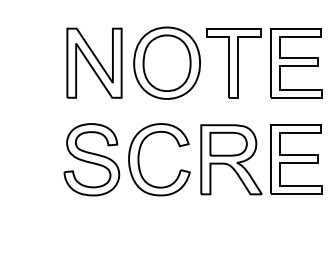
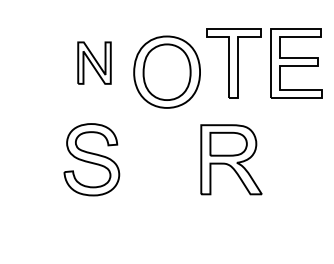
part at (94, 62) size: 57x72 px -> 35x44 px
part at (166, 62) position: (166, 62) -> (166, 71)
part at (139, 159): present -> none
part at (296, 159): present -> none
